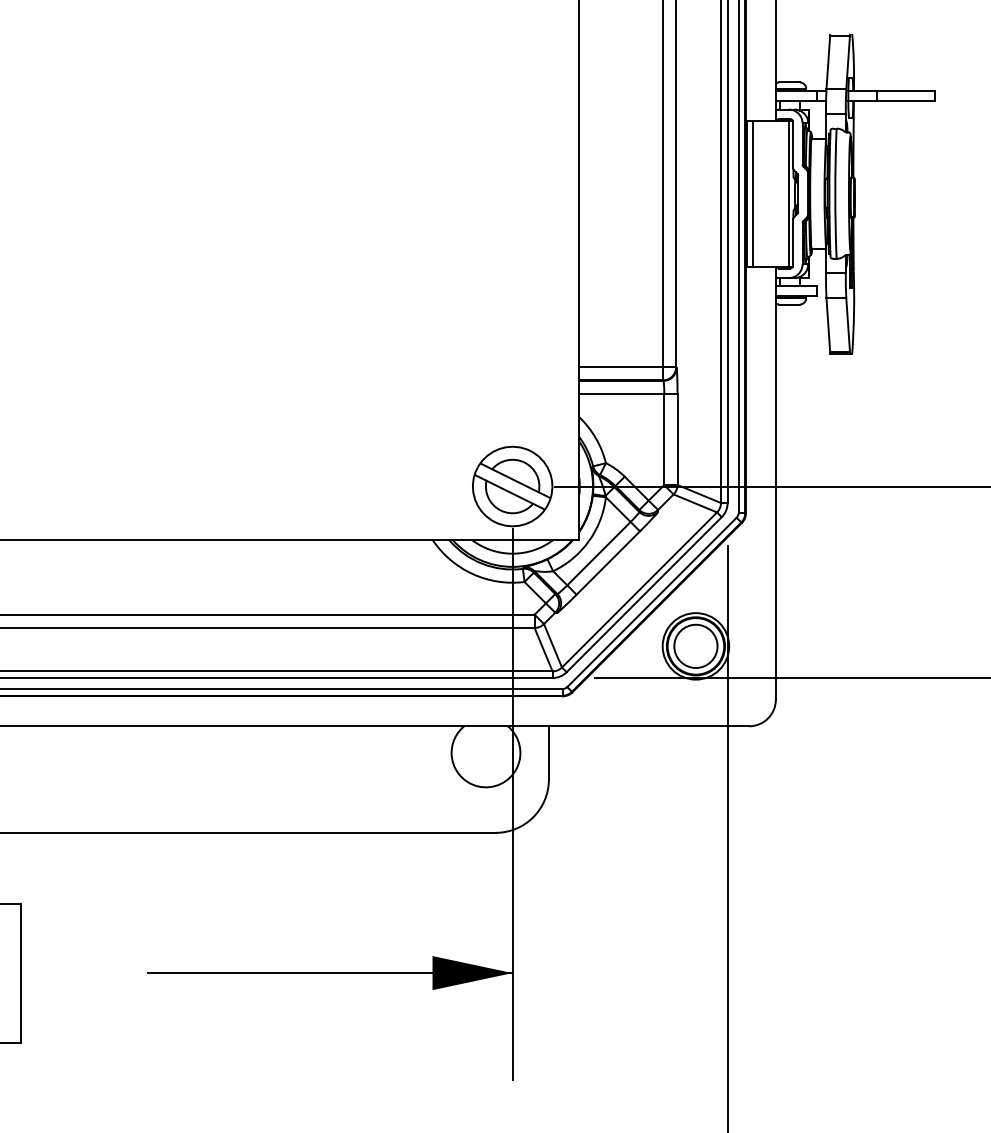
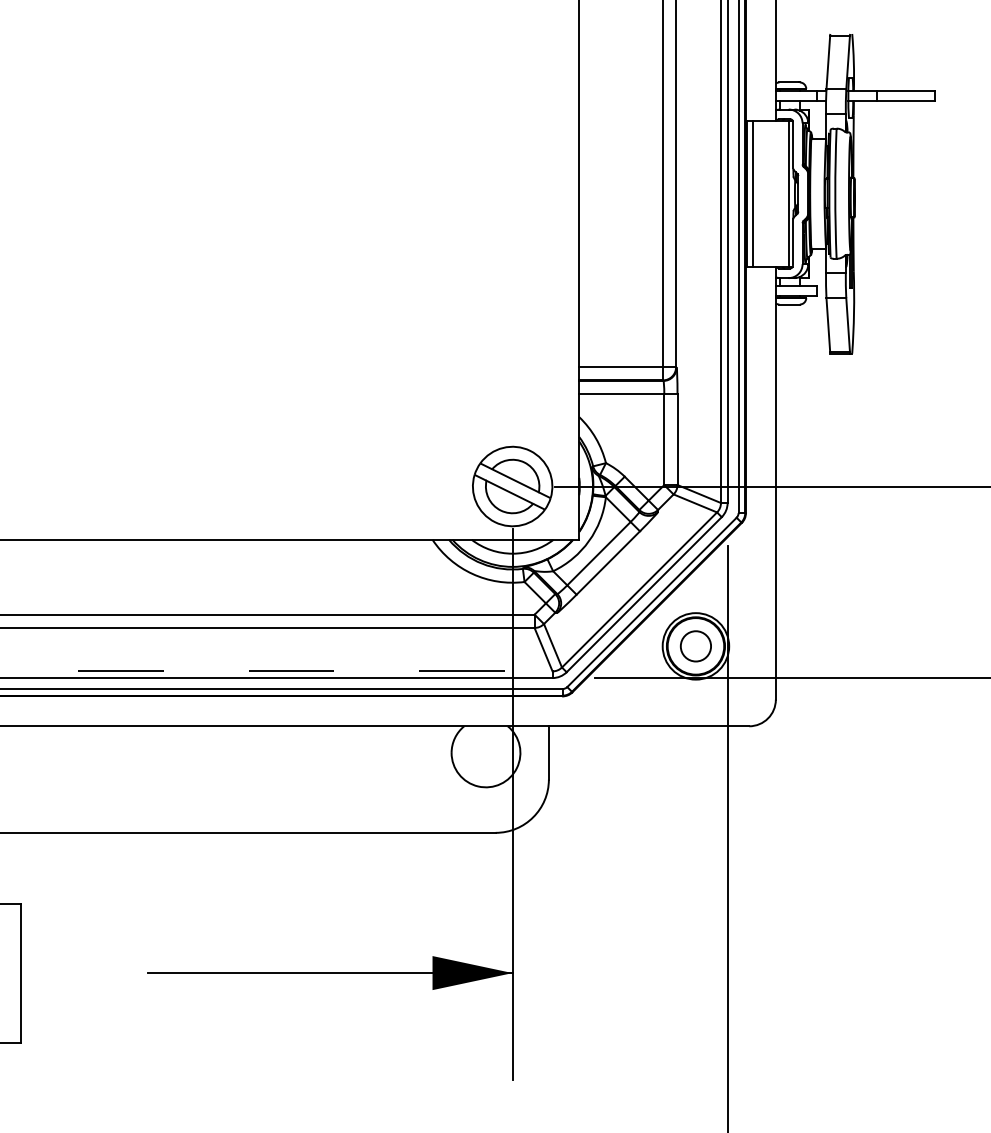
circle at (695, 646) diameter: 43 px -> 30 px
line at (276, 671): solid -> dashed
